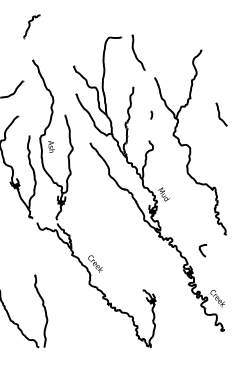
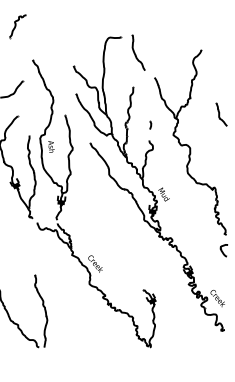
part at (31, 26) position: (31, 26) -> (17, 26)
part at (151, 114) position: (151, 114) -> (150, 124)
curve at (201, 250) position: (201, 250) -> (222, 250)
